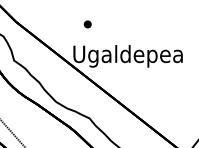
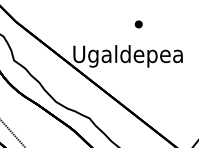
part at (87, 24) position: (87, 24) -> (138, 24)
